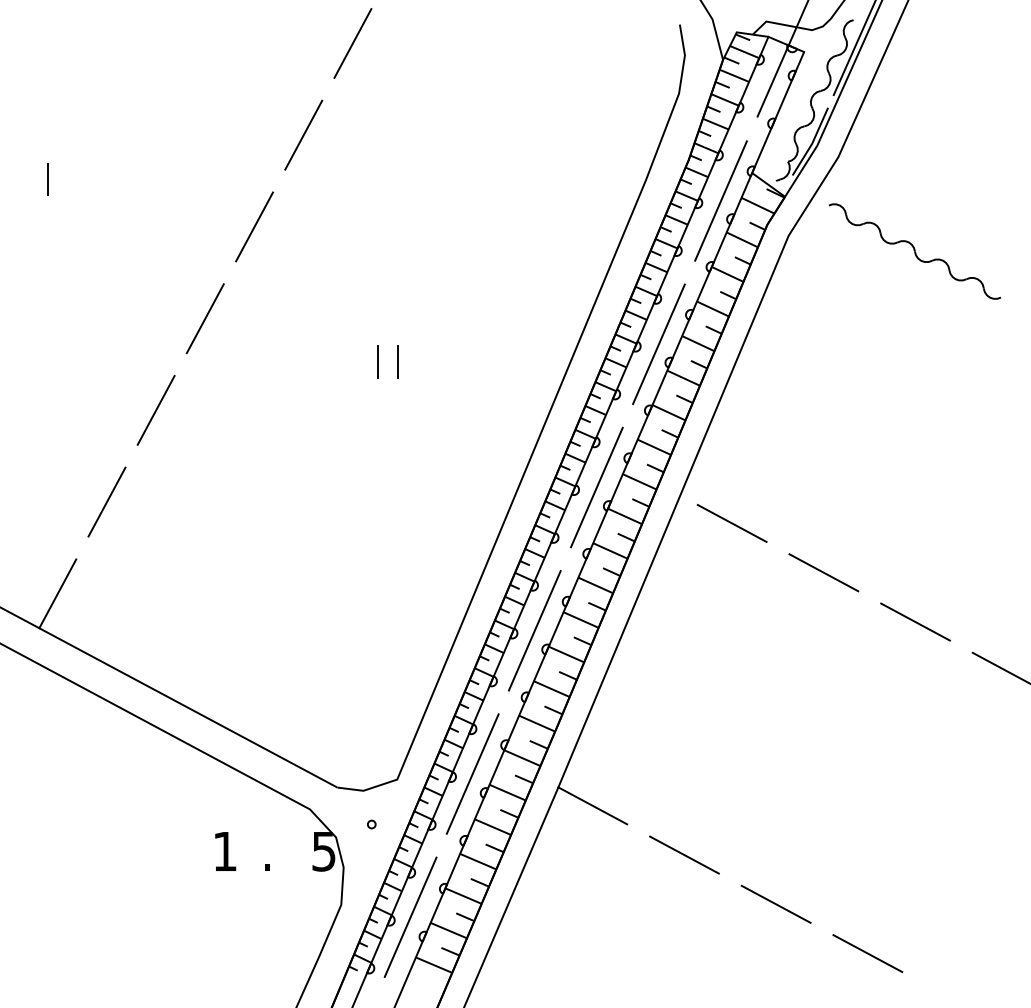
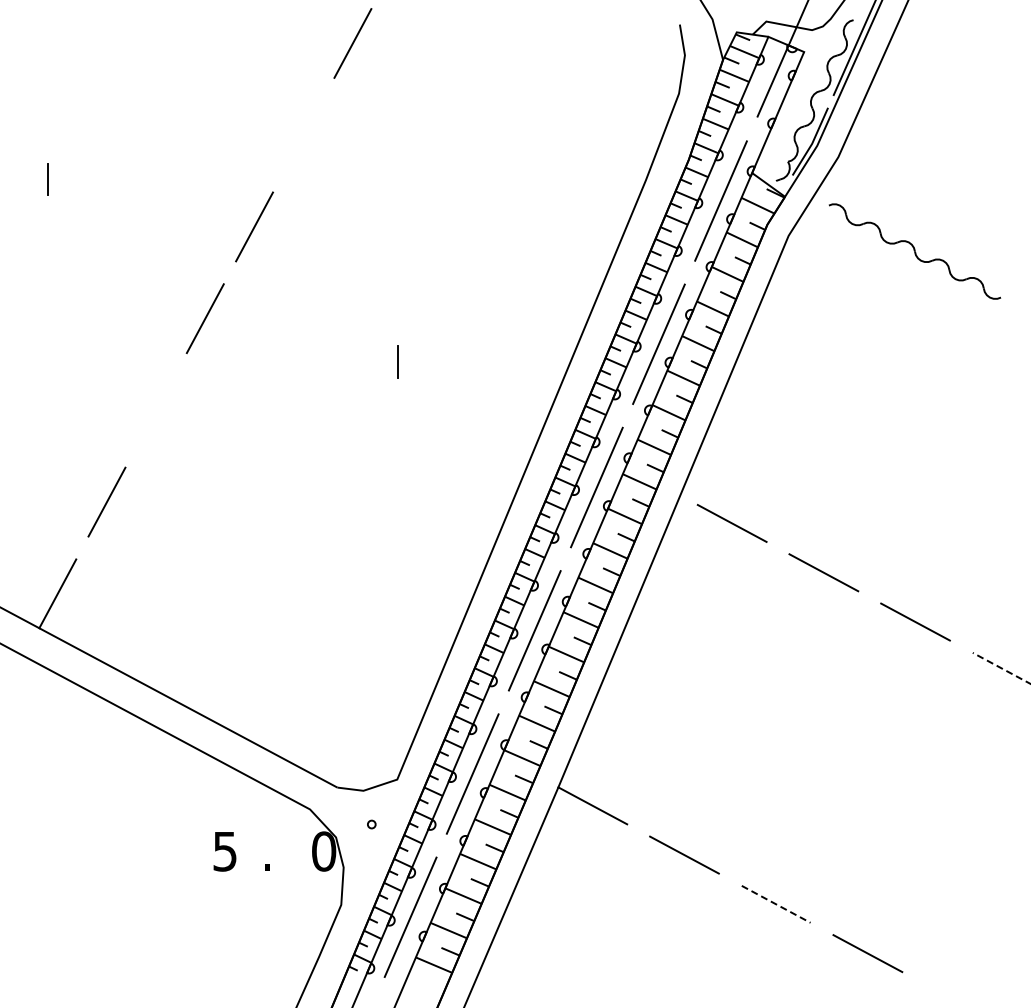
line at (303, 134): present -> none
line at (377, 361): present -> none
line at (155, 410): present -> none
line at (1001, 668): solid -> dashed
text at (224, 851): 1 -> 5
text at (324, 851): 5 -> 0
line at (776, 904): solid -> dashed
